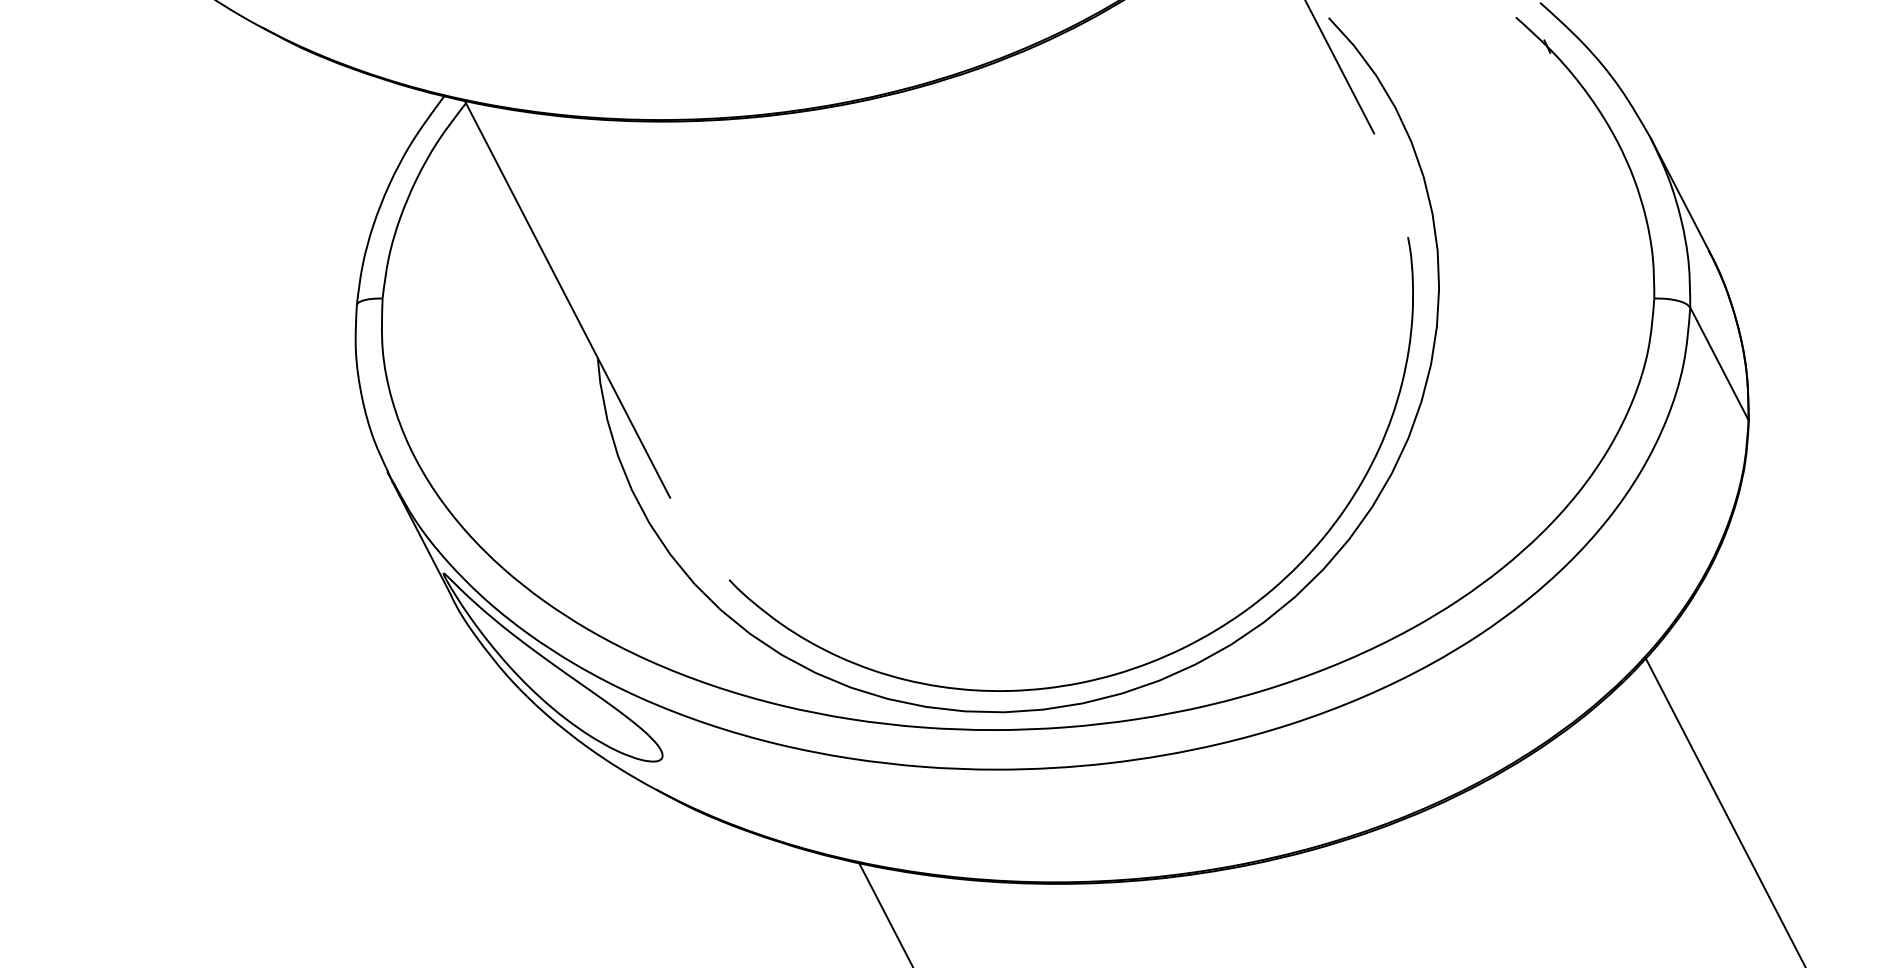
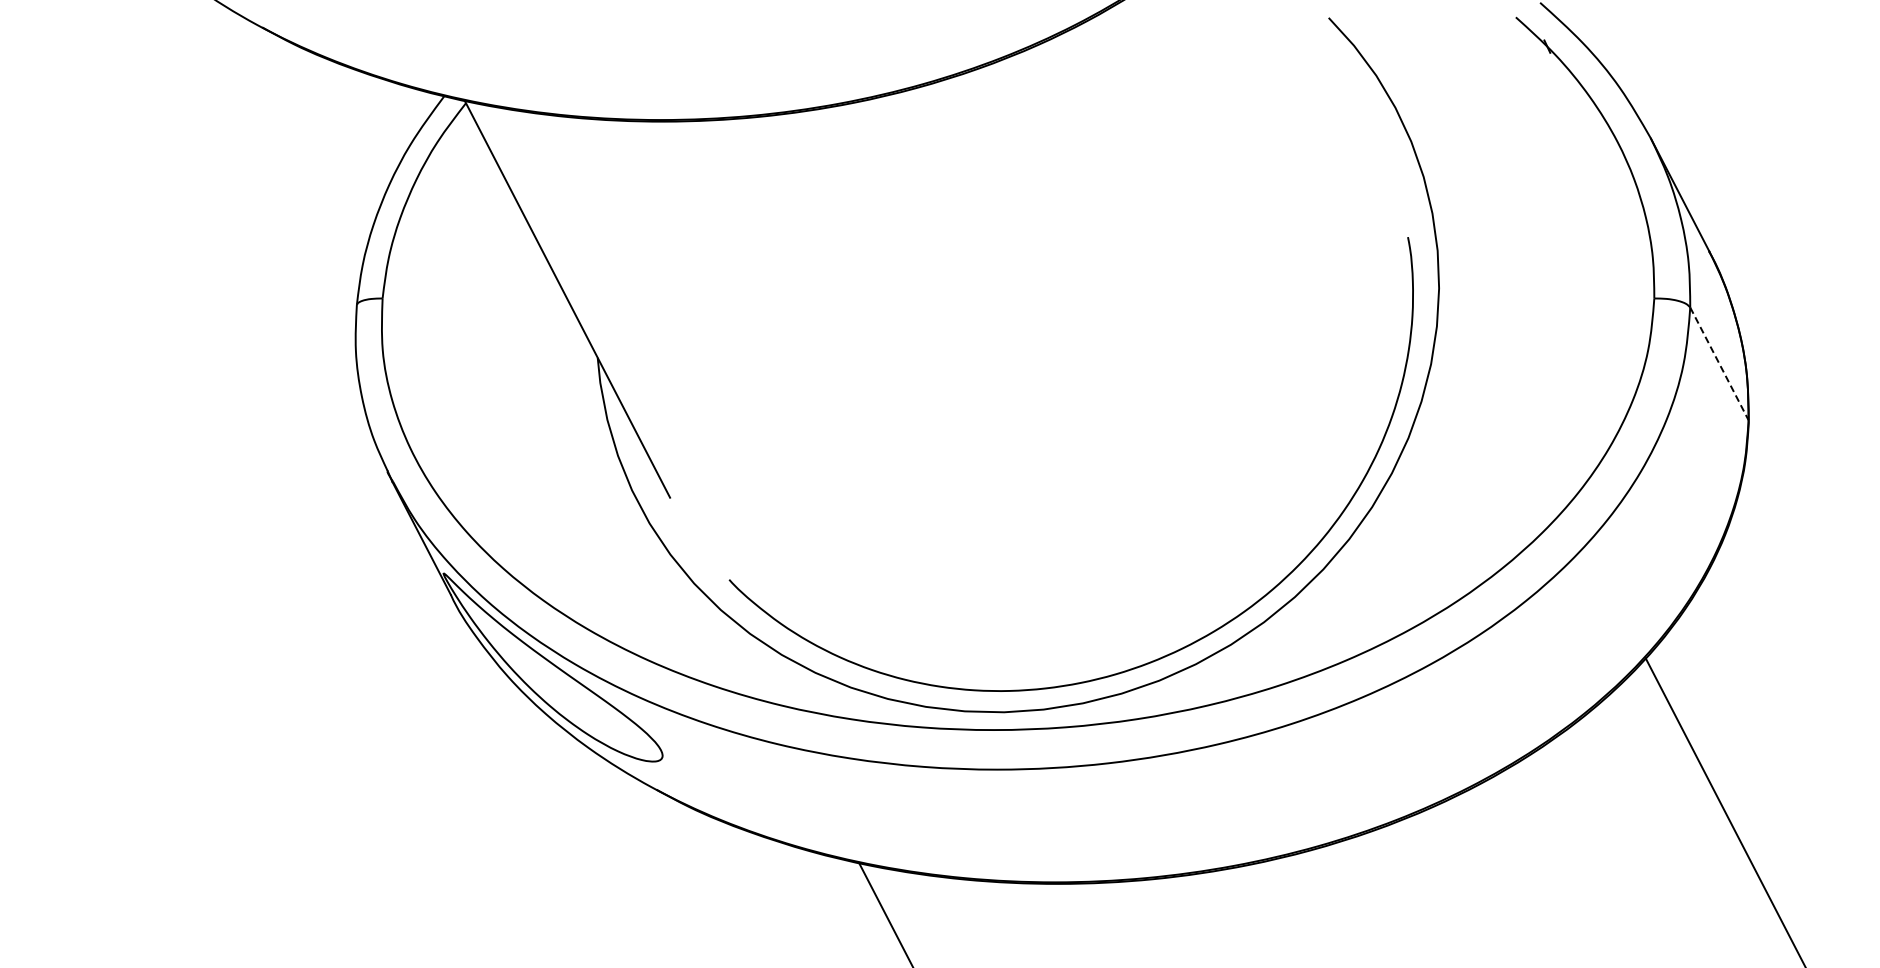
line at (1340, 67): present -> none
line at (1719, 364): solid -> dashed
